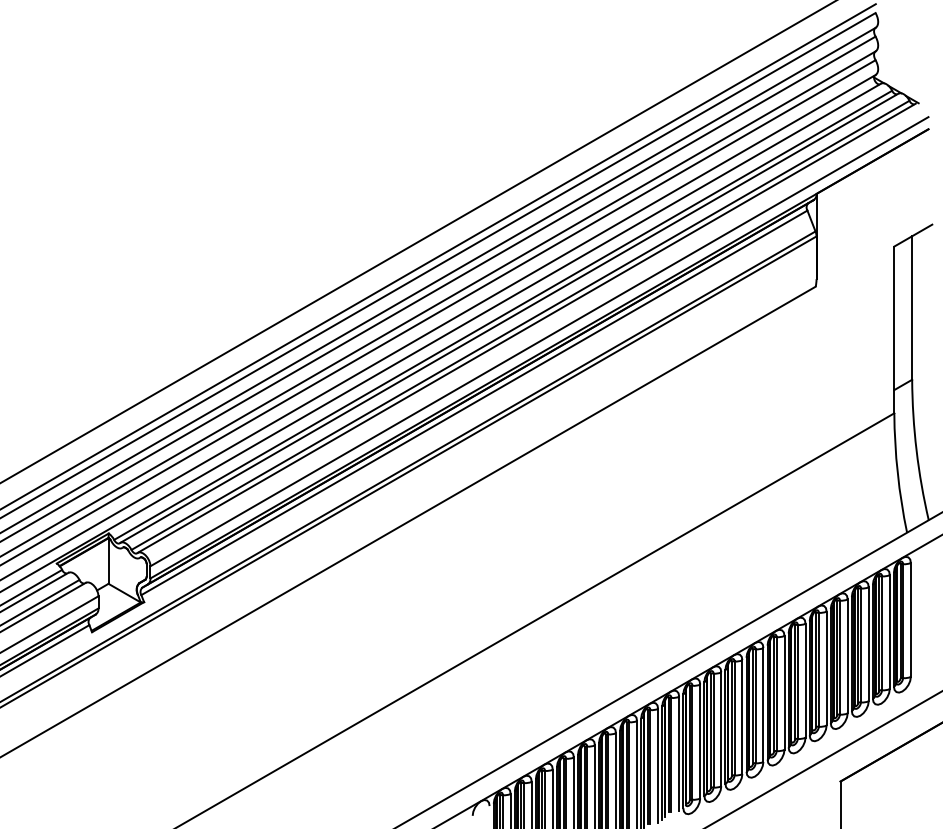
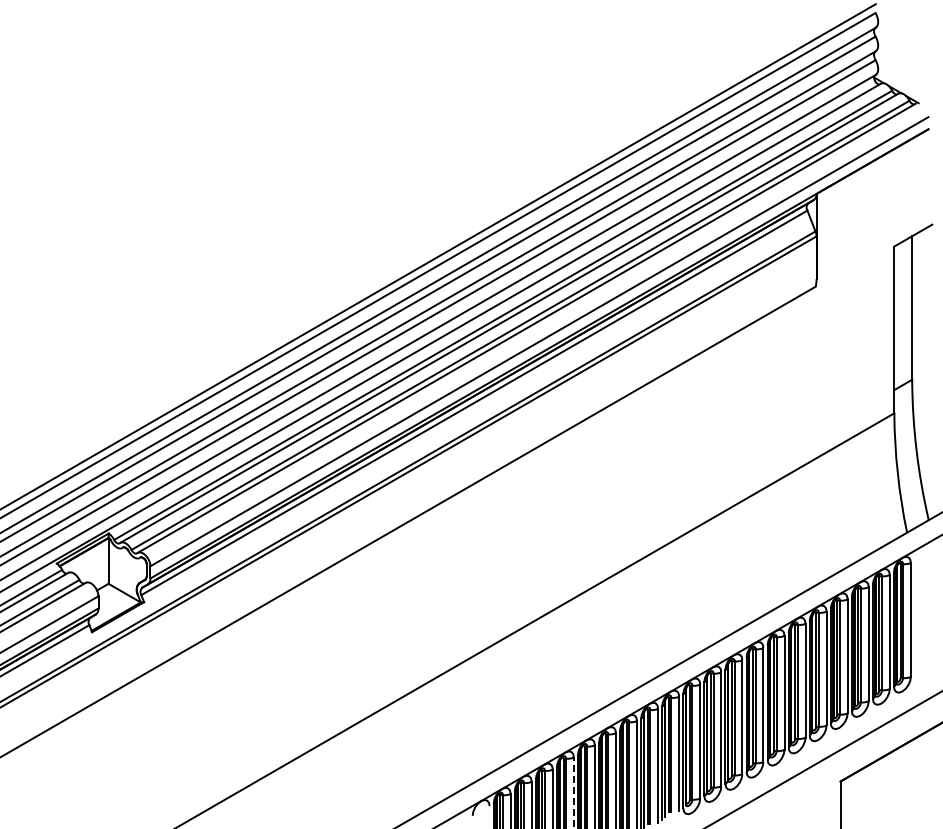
line at (417, 241): present -> none
line at (573, 792): solid -> dashed
